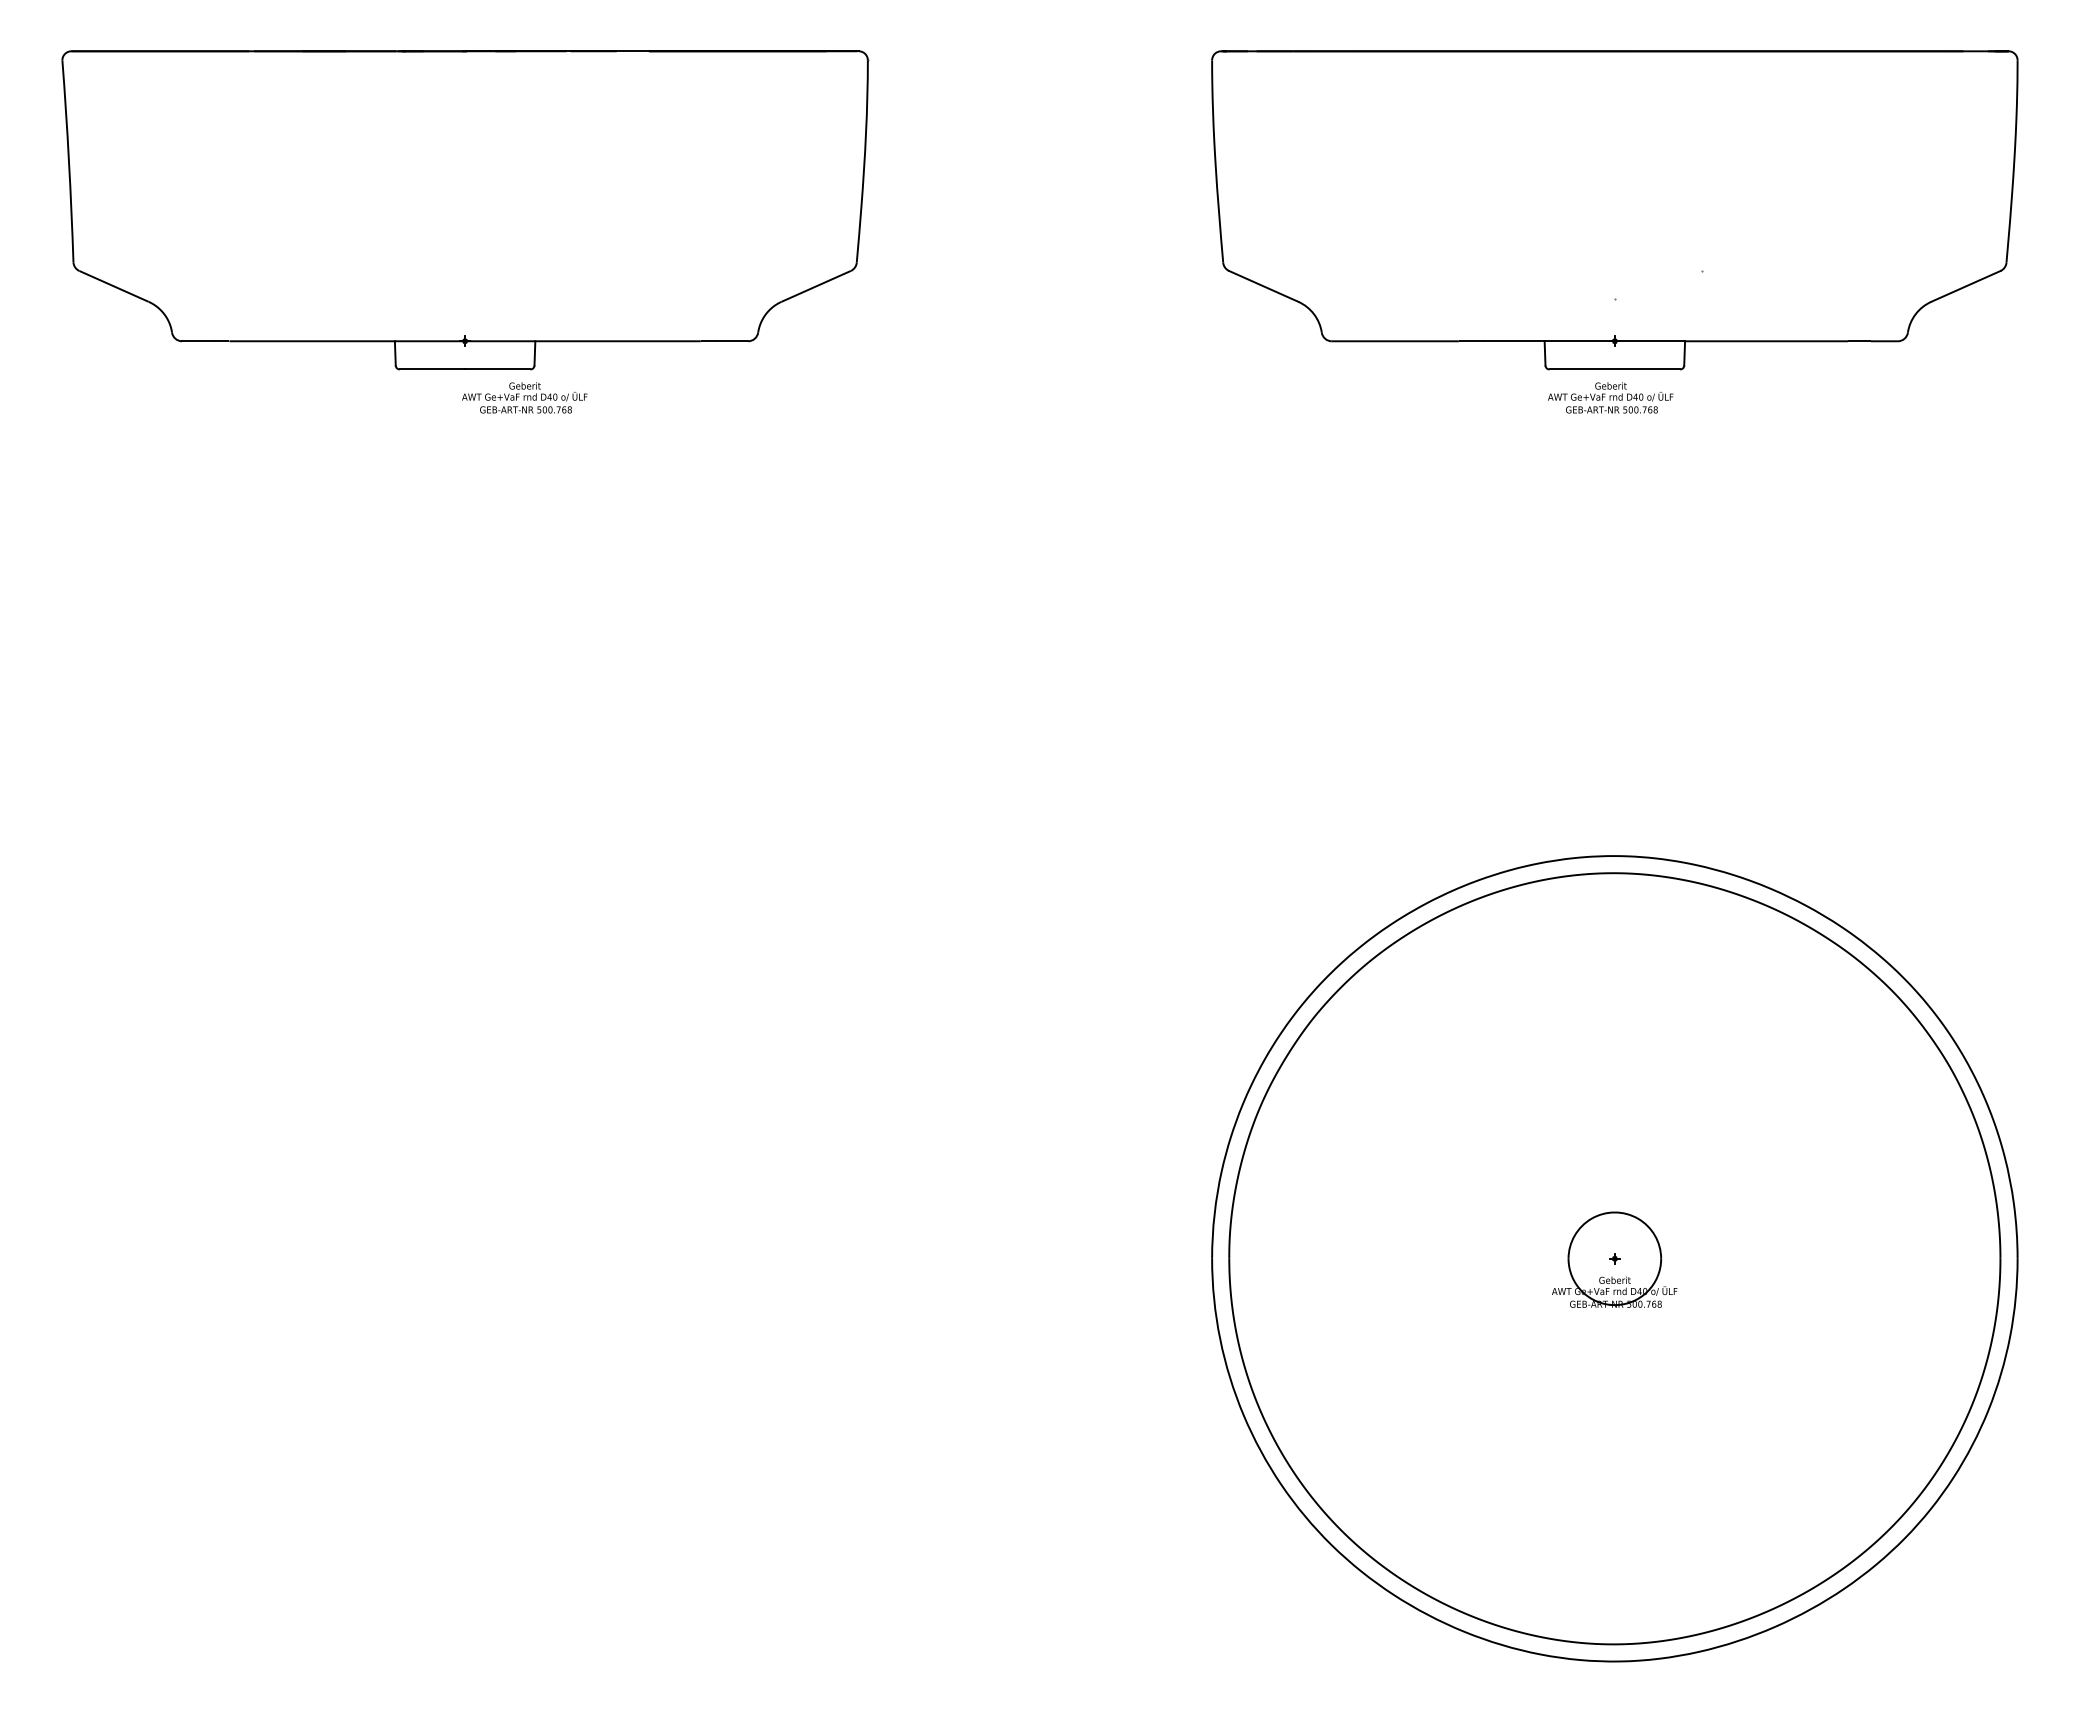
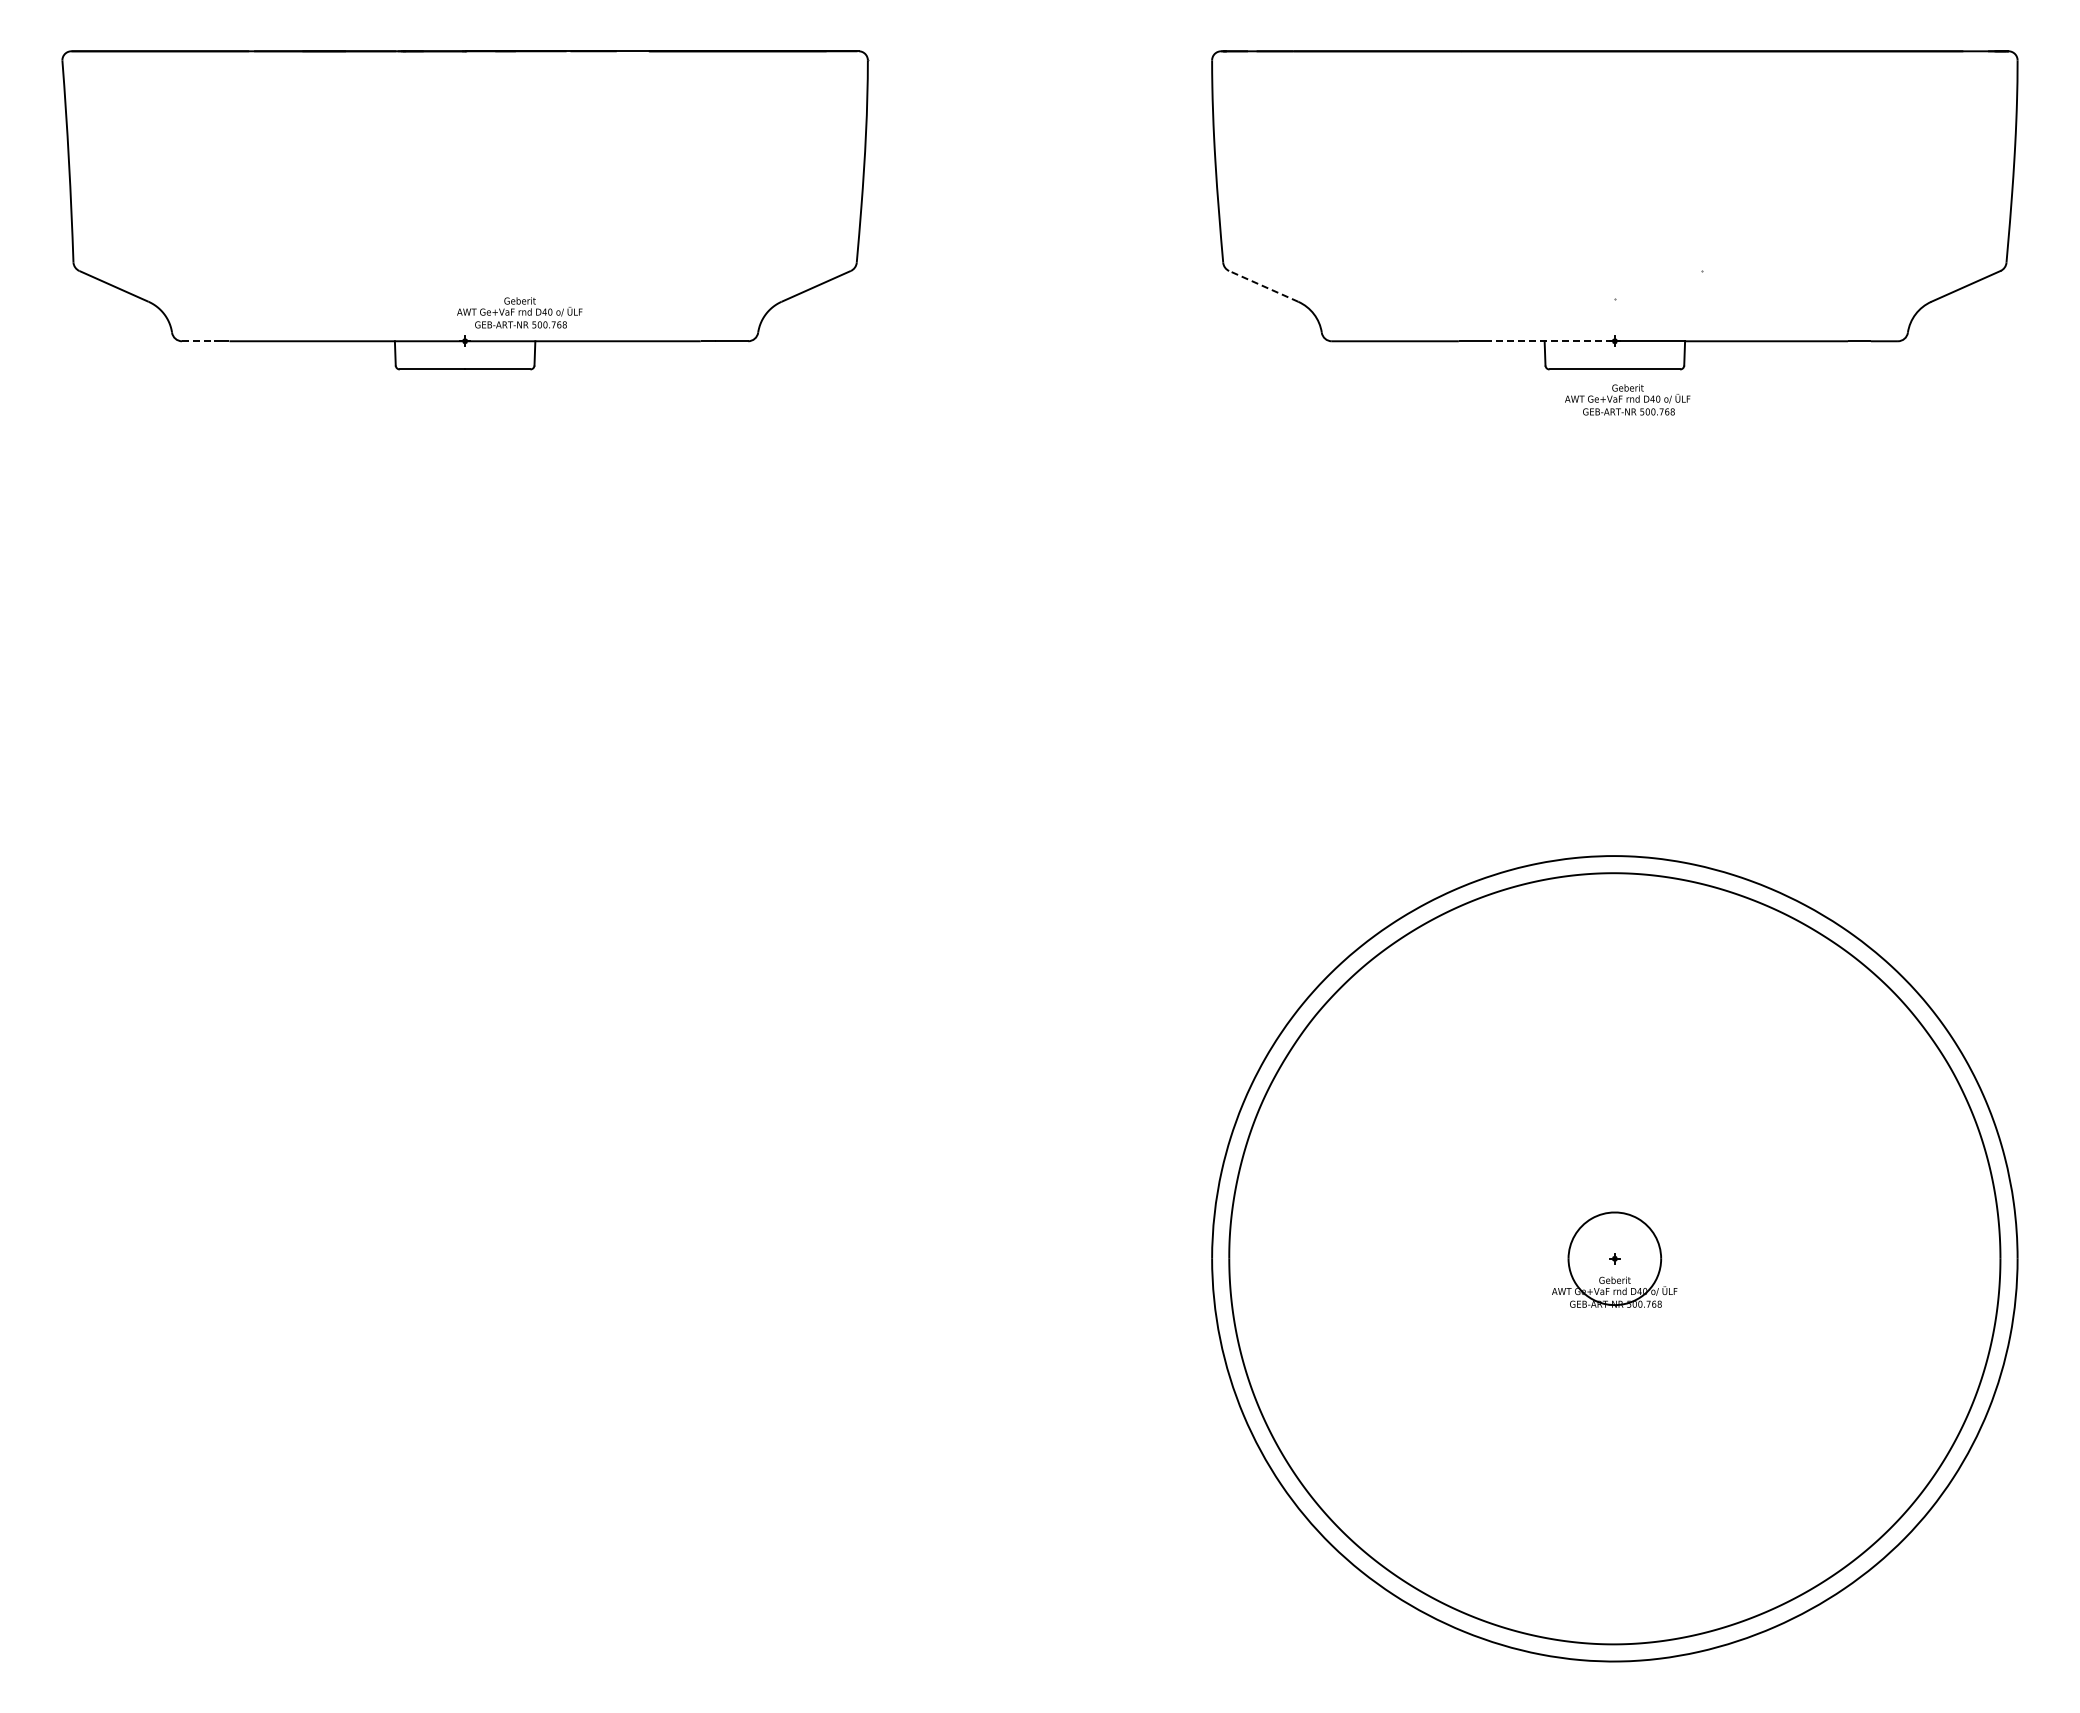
line at (1263, 286): solid -> dashed
line at (197, 341): solid -> dashed
line at (1550, 341): solid -> dashed
text at (524, 397) position: (524, 397) -> (519, 312)
text at (1610, 397) position: (1610, 397) -> (1627, 399)
